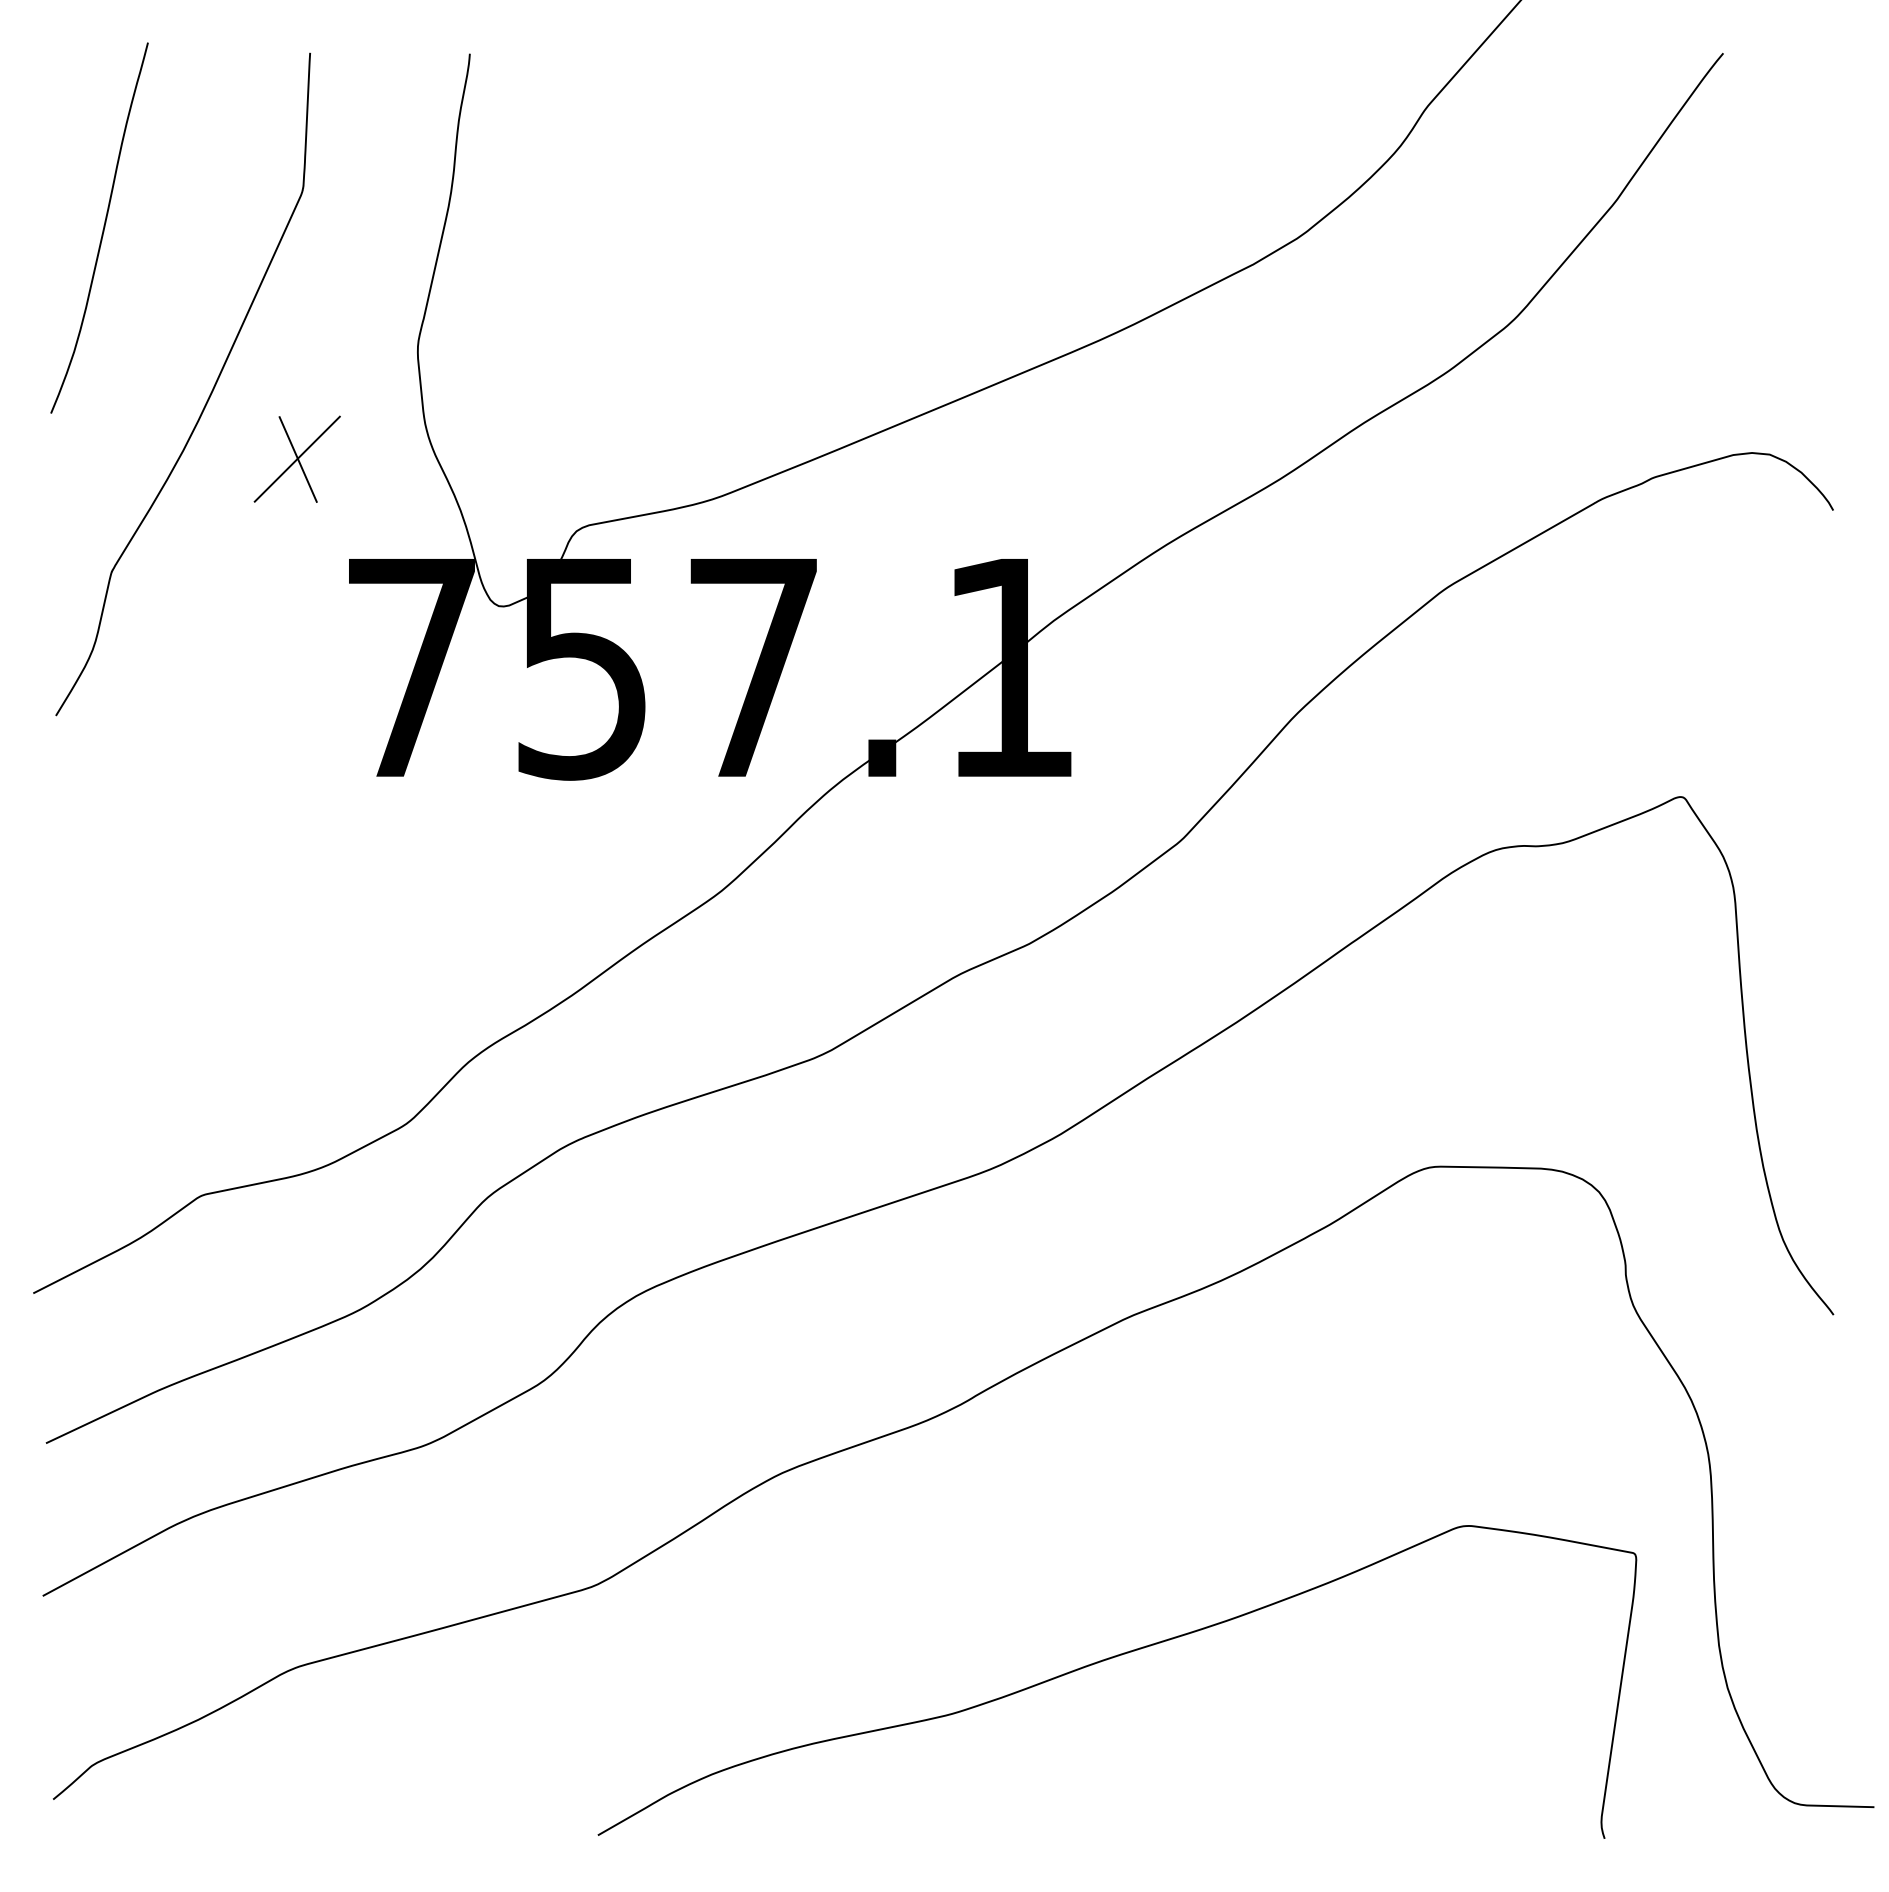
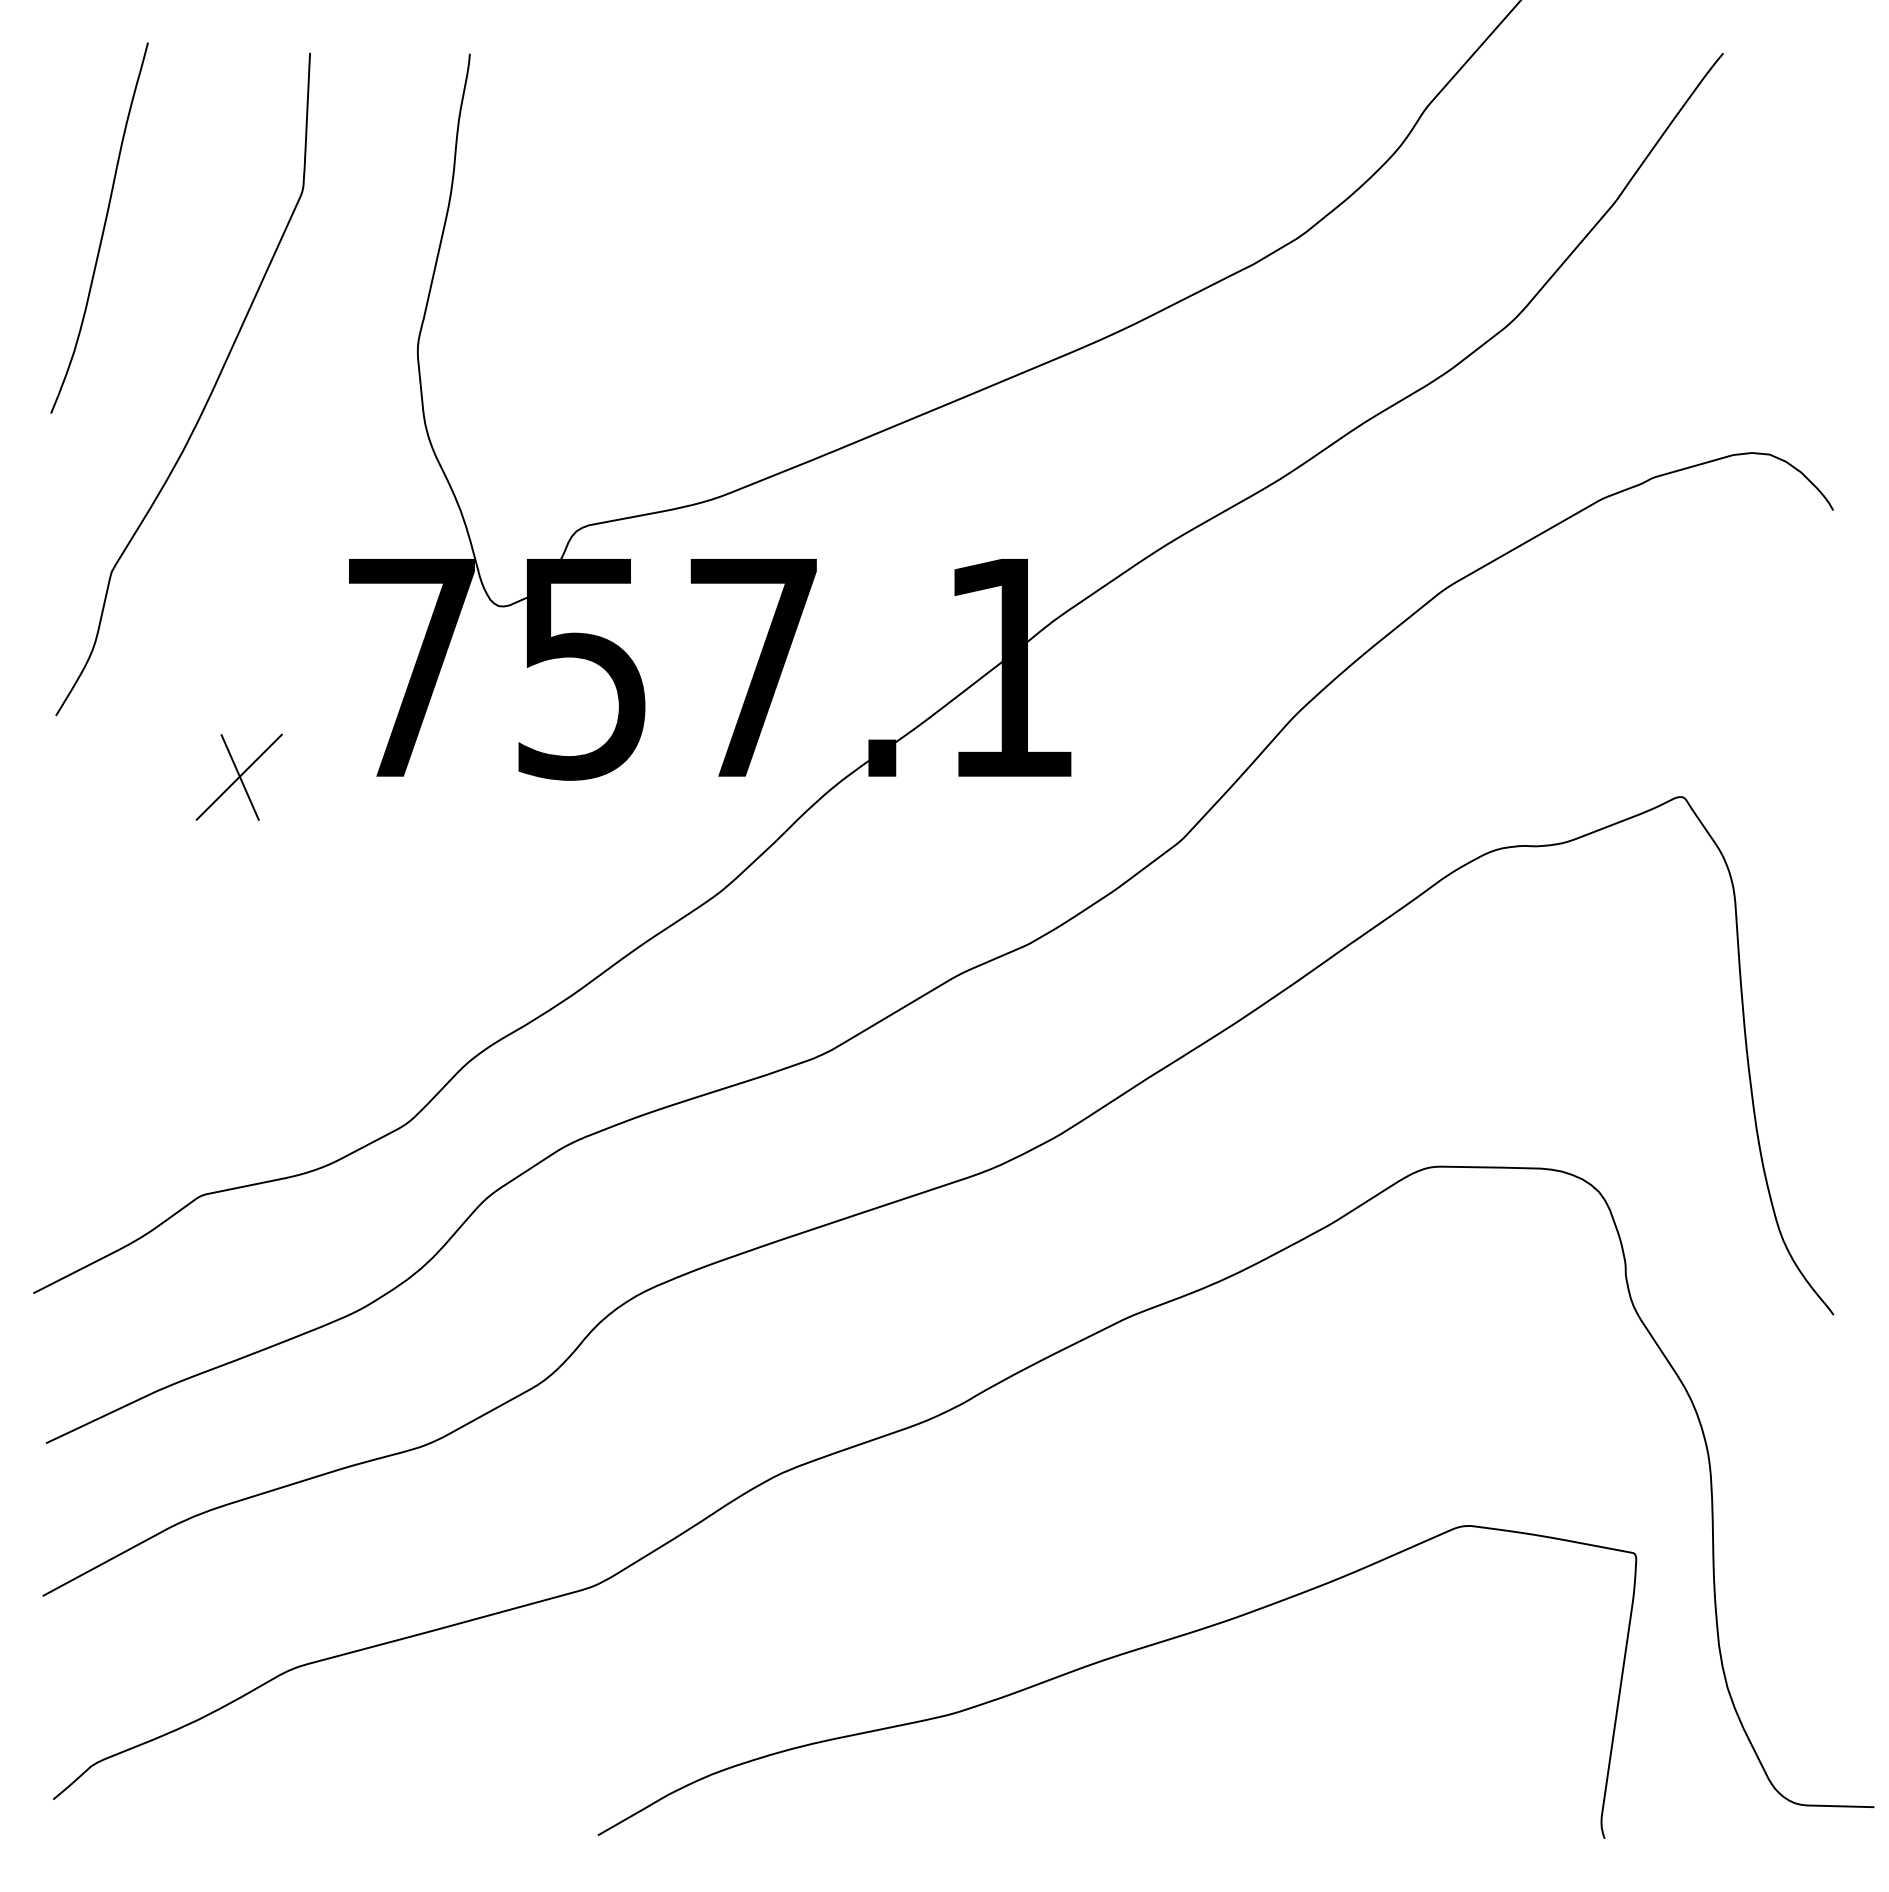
part at (296, 458) position: (296, 458) -> (238, 776)
